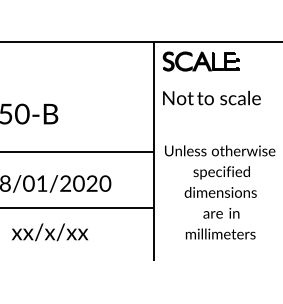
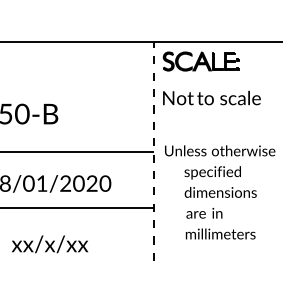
line at (154, 152): solid -> dashed
text at (221, 172) position: (221, 172) -> (212, 172)
text at (221, 212) position: (221, 212) -> (204, 212)
text at (49, 232) position: (49, 232) -> (49, 244)
